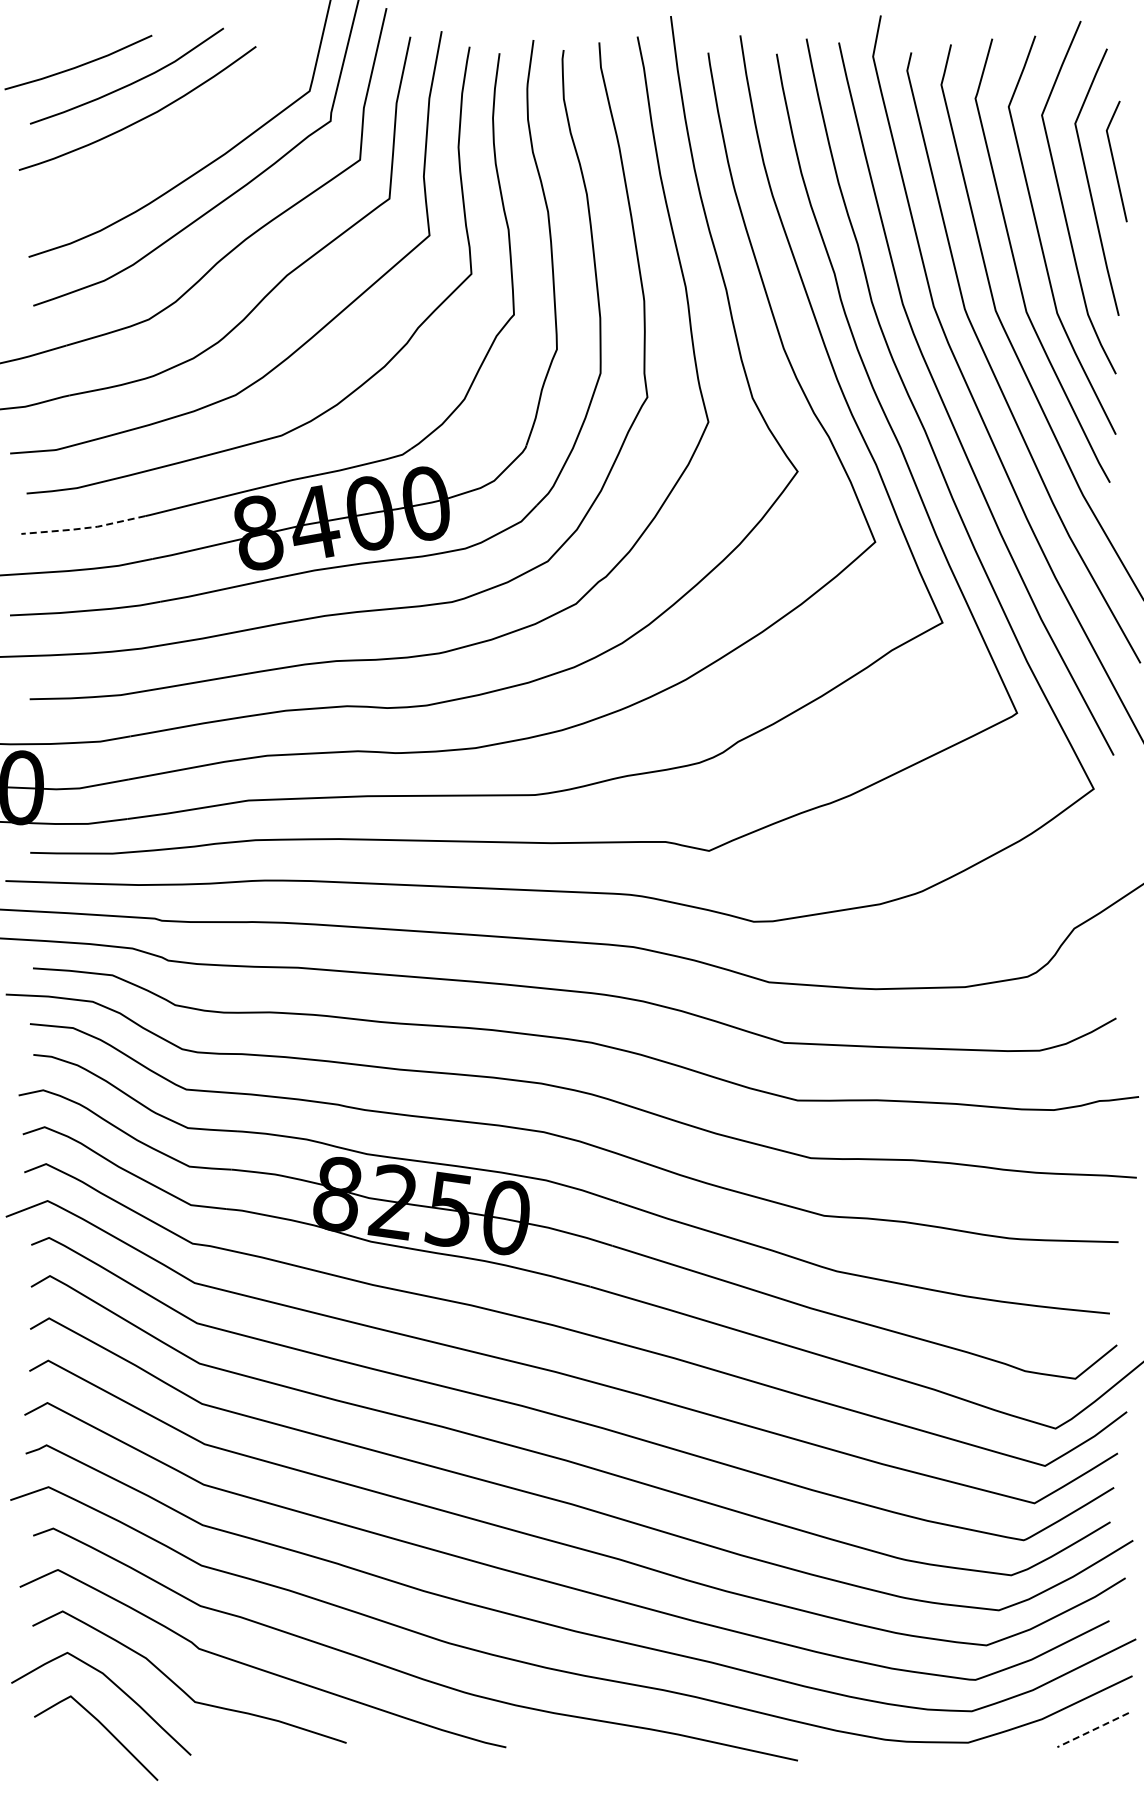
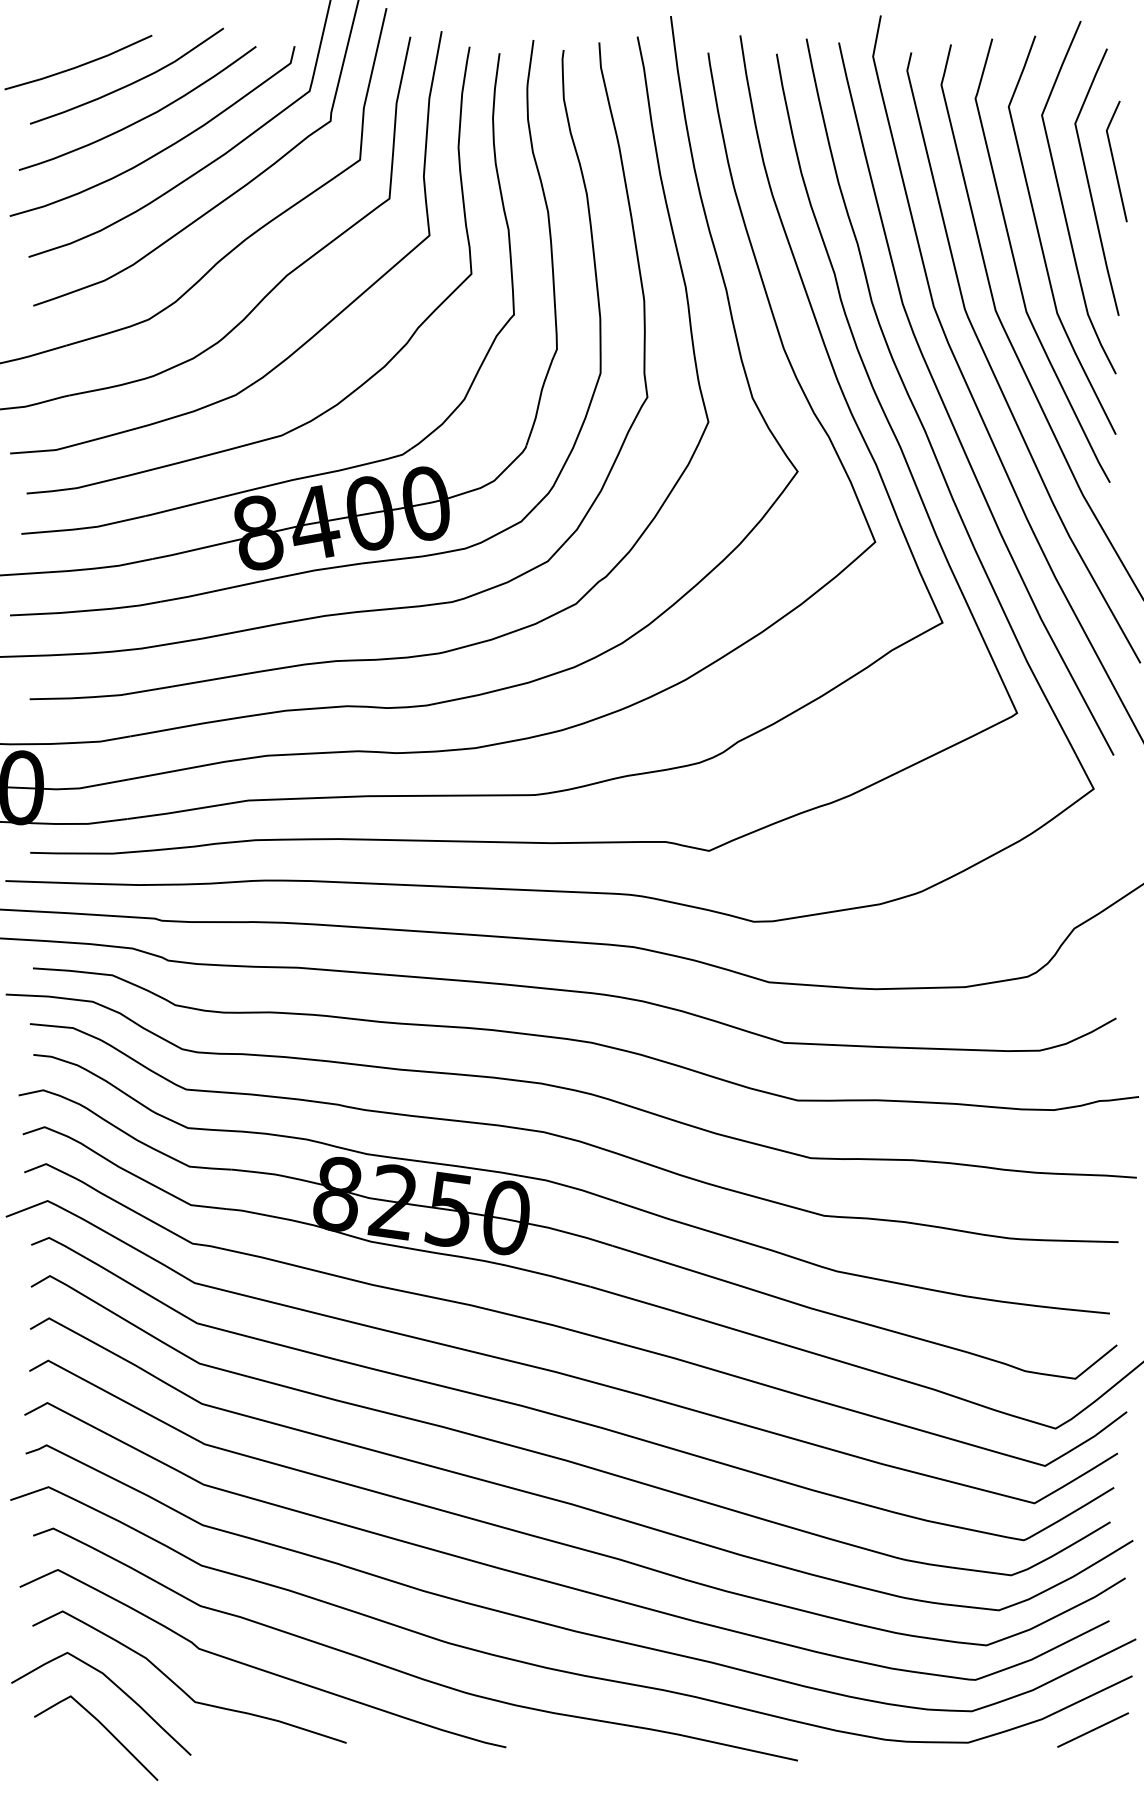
curve at (162, 149): none -> present
line at (83, 528): dashed -> solid
line at (1093, 1729): dashed -> solid
